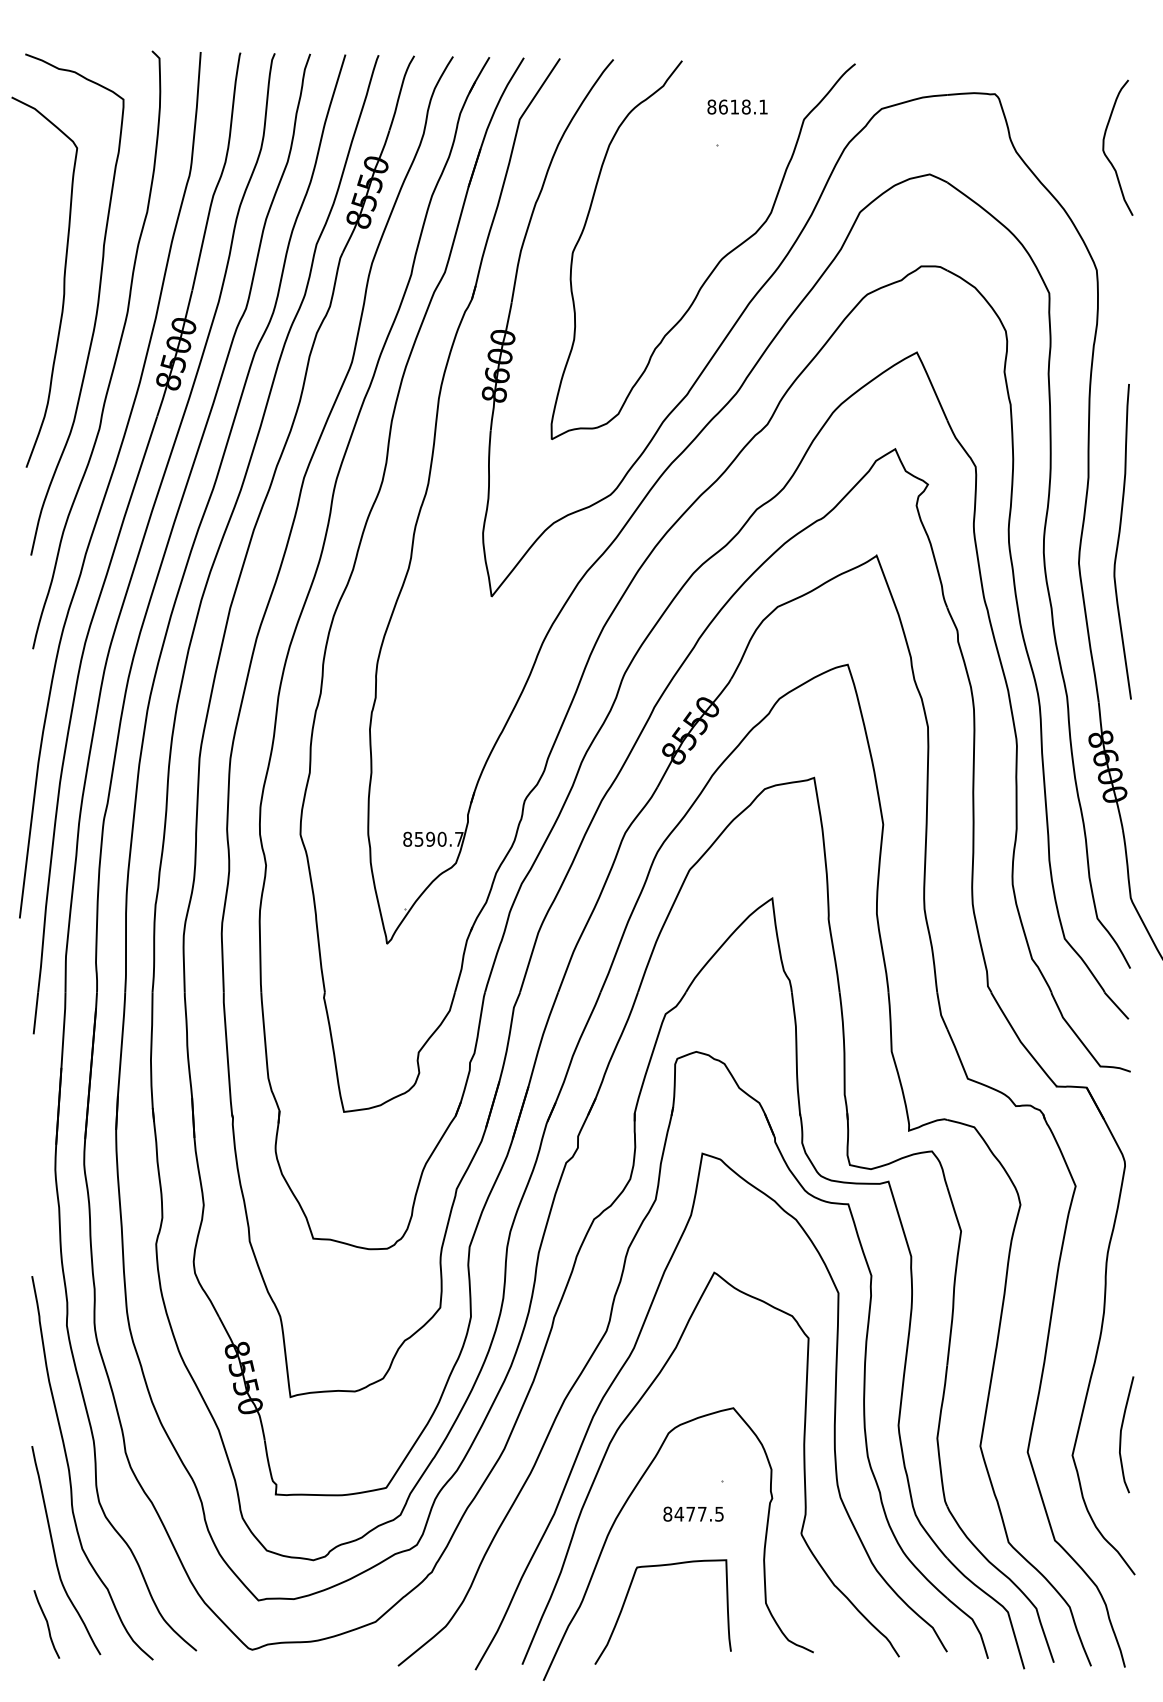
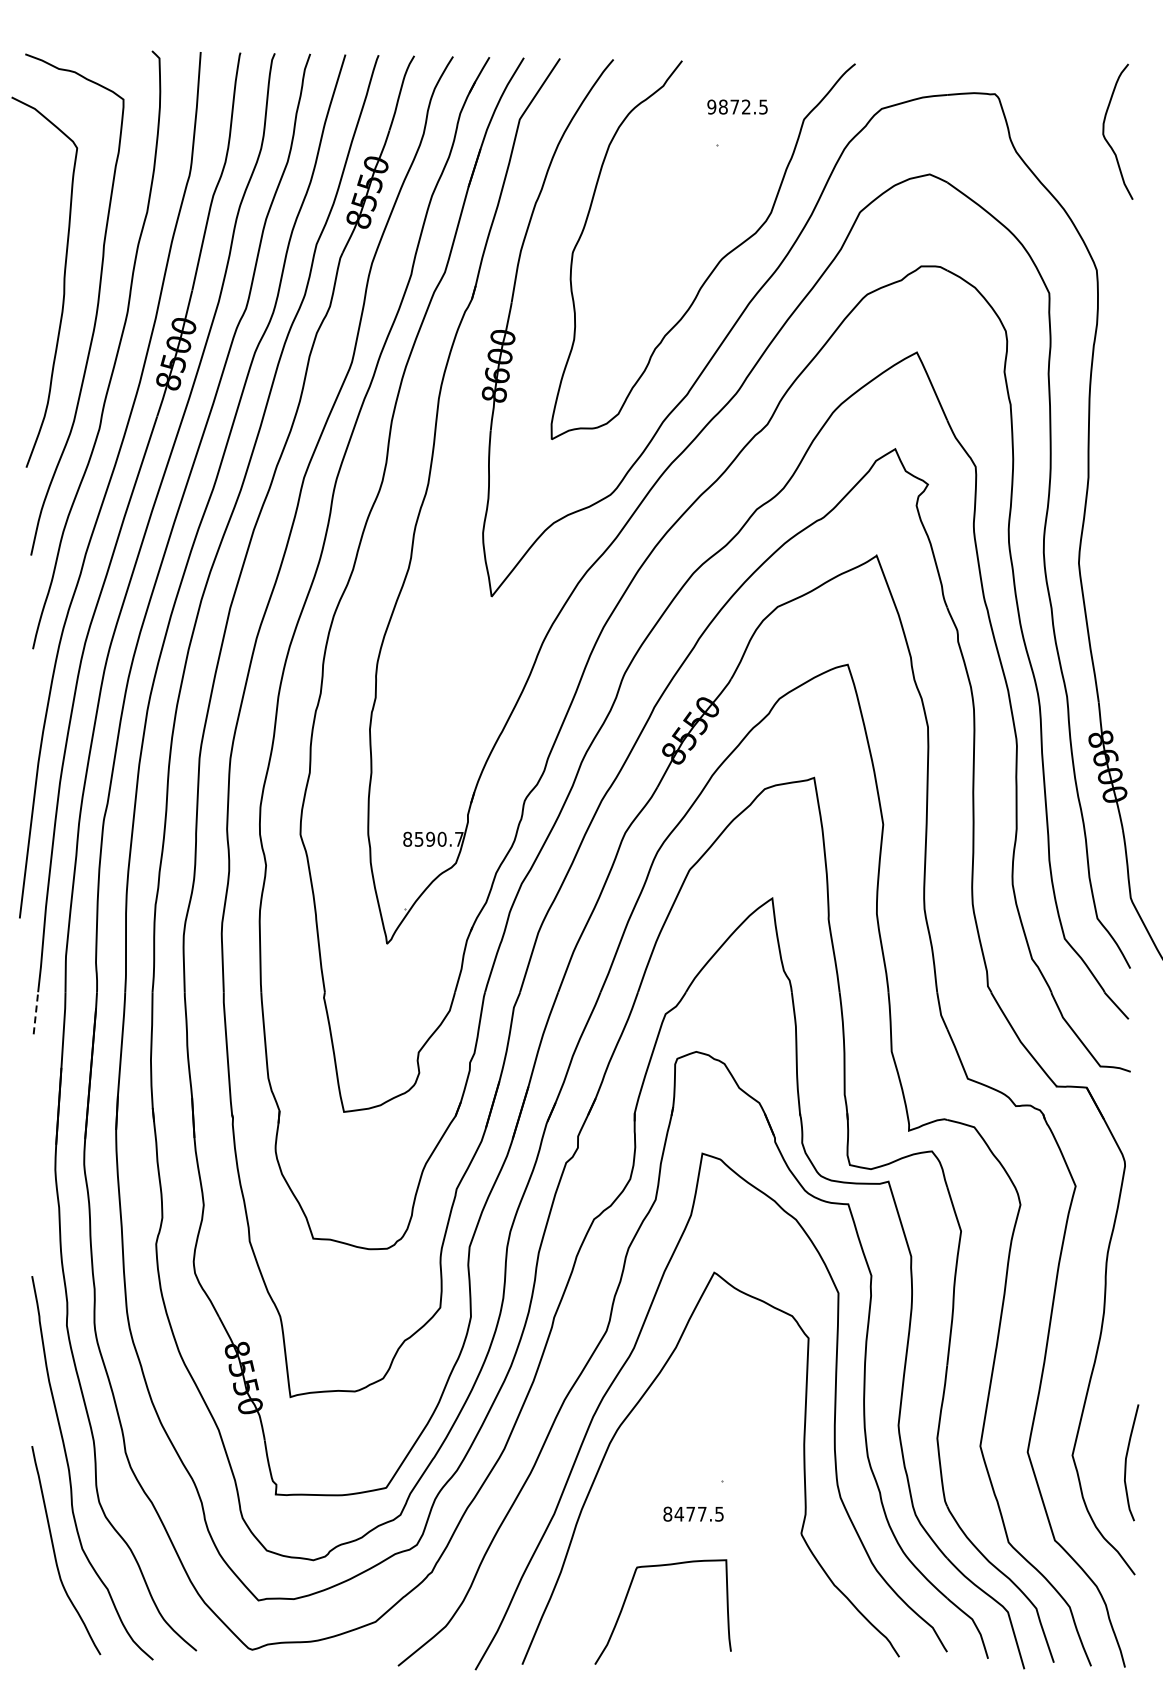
text at (737, 106): 8618.1 -> 9872.5
curve at (1104, 147) position: (1104, 147) -> (1104, 131)
curve at (1119, 541): present -> none
line at (35, 1012): solid -> dashed
curve at (1121, 1434) position: (1121, 1434) -> (1126, 1462)
curve at (622, 1510): present -> none
curve at (46, 1624): present -> none
